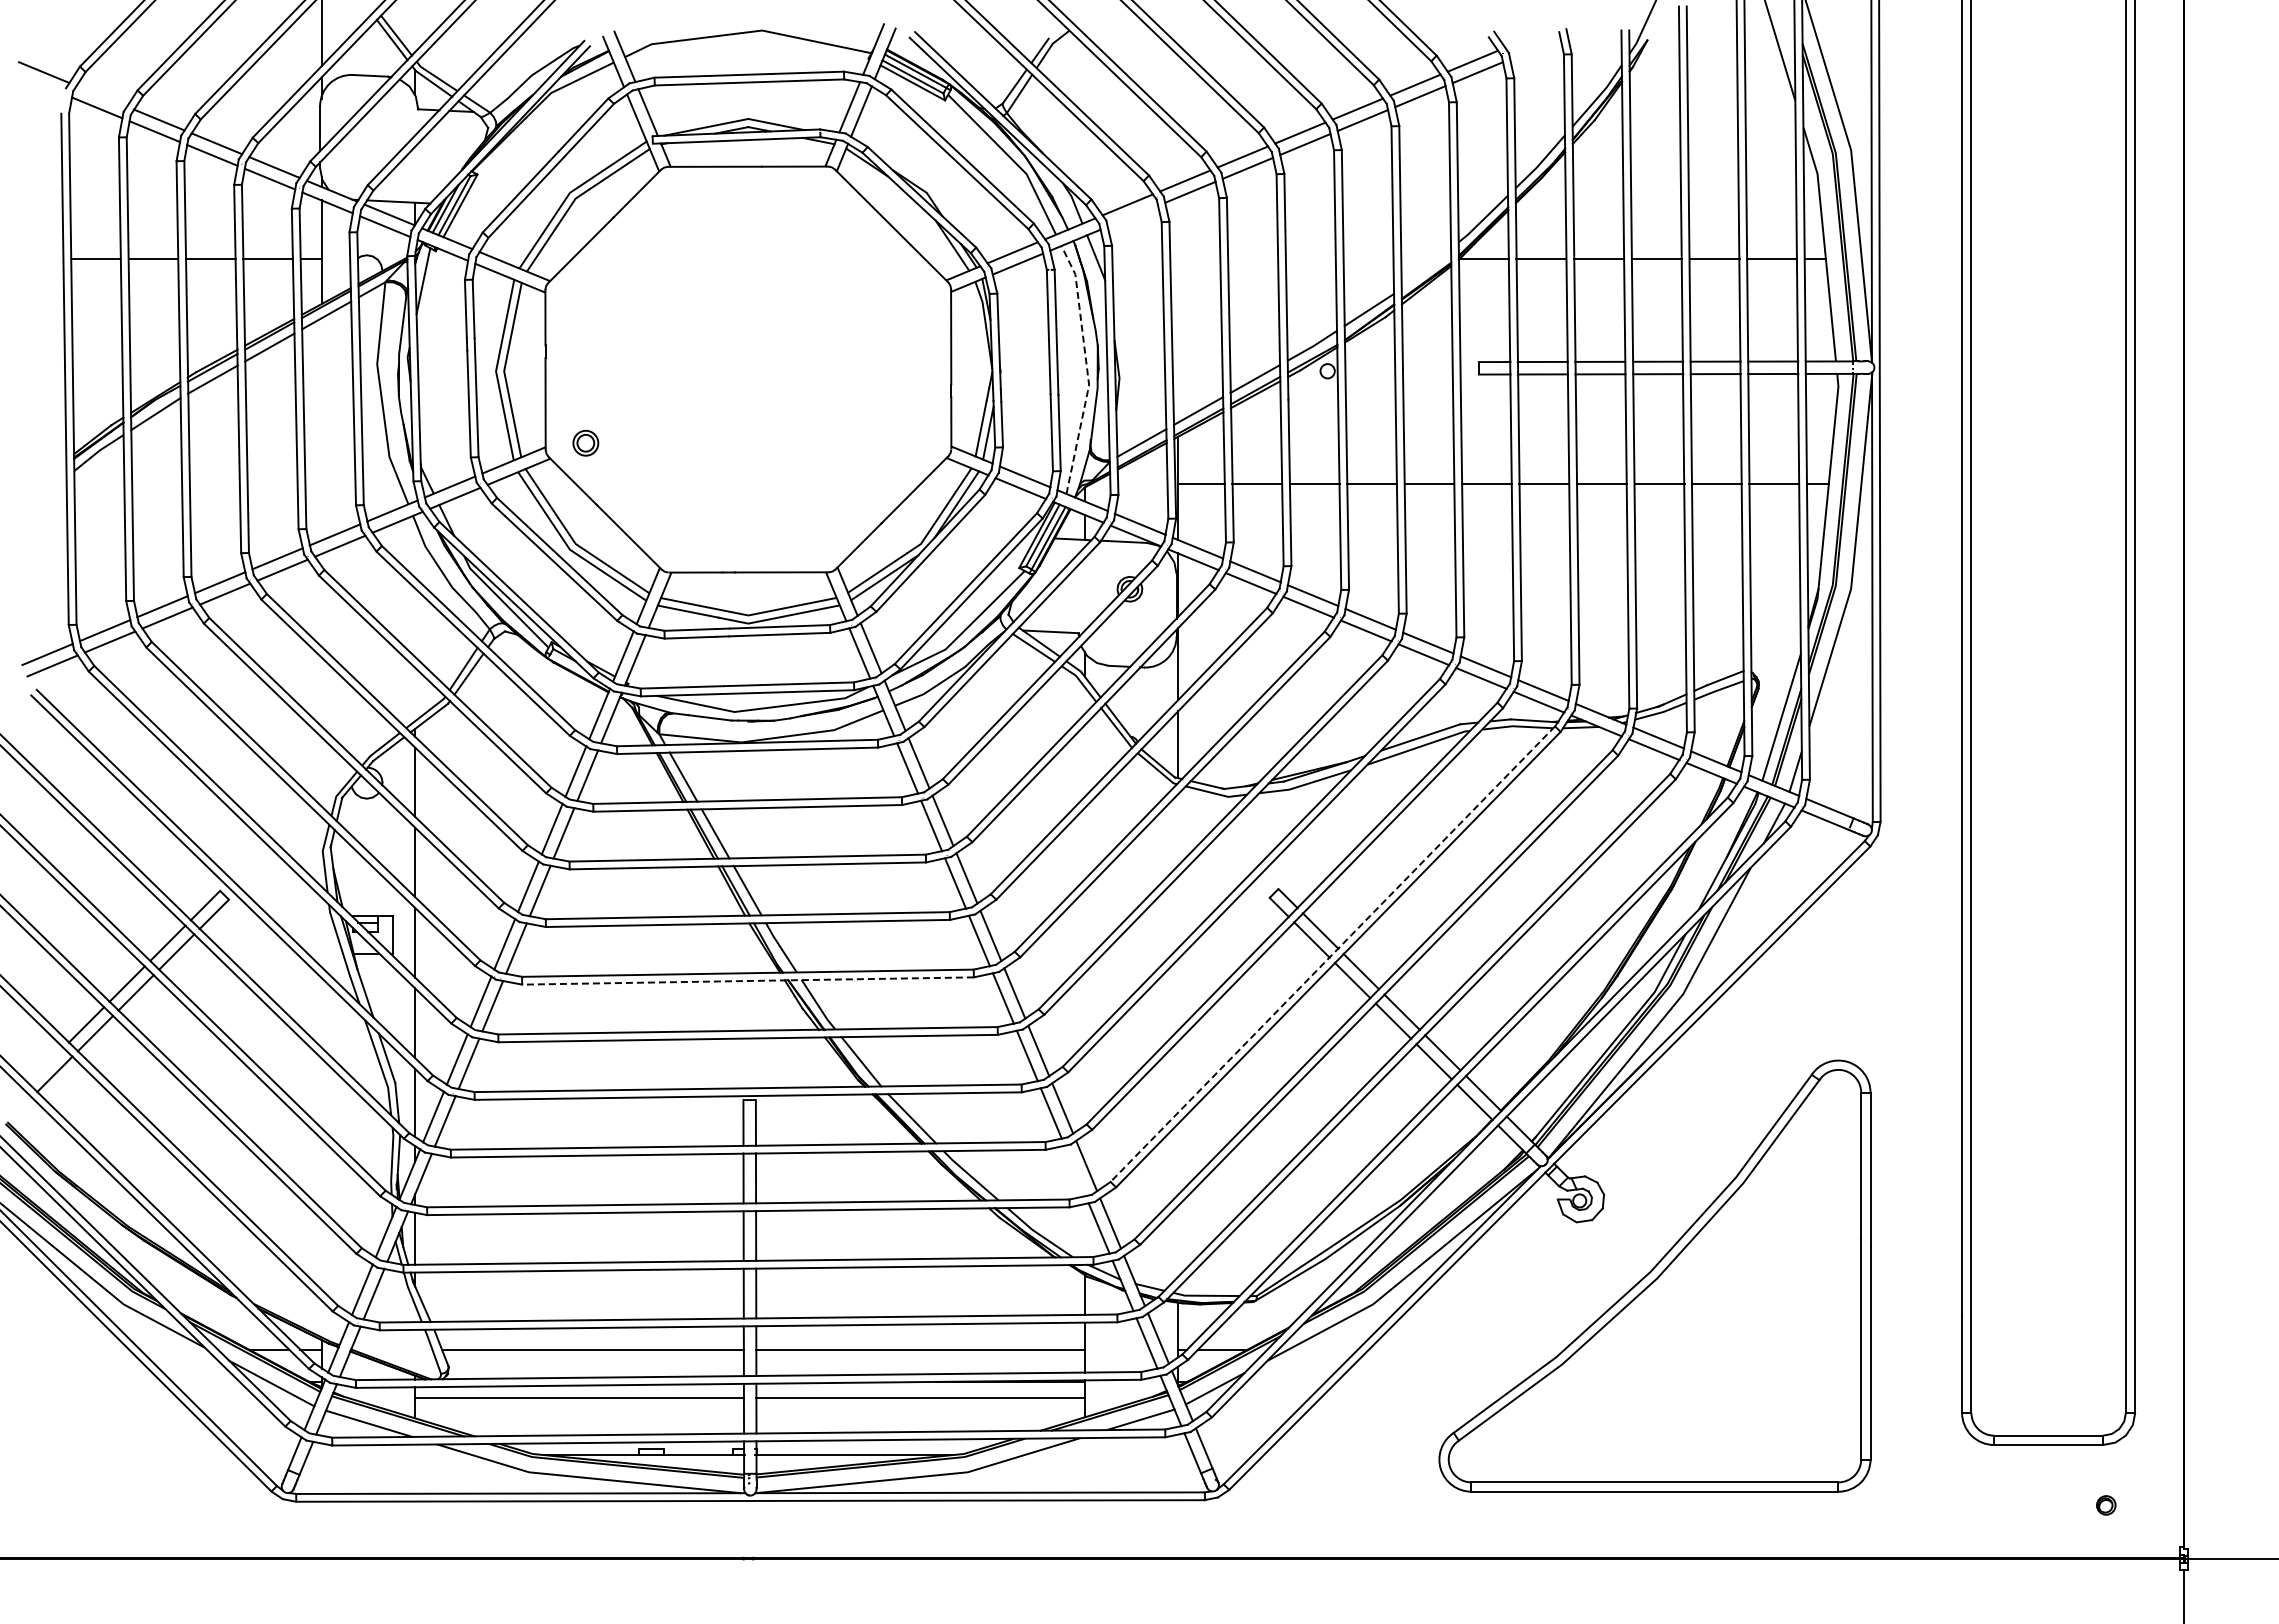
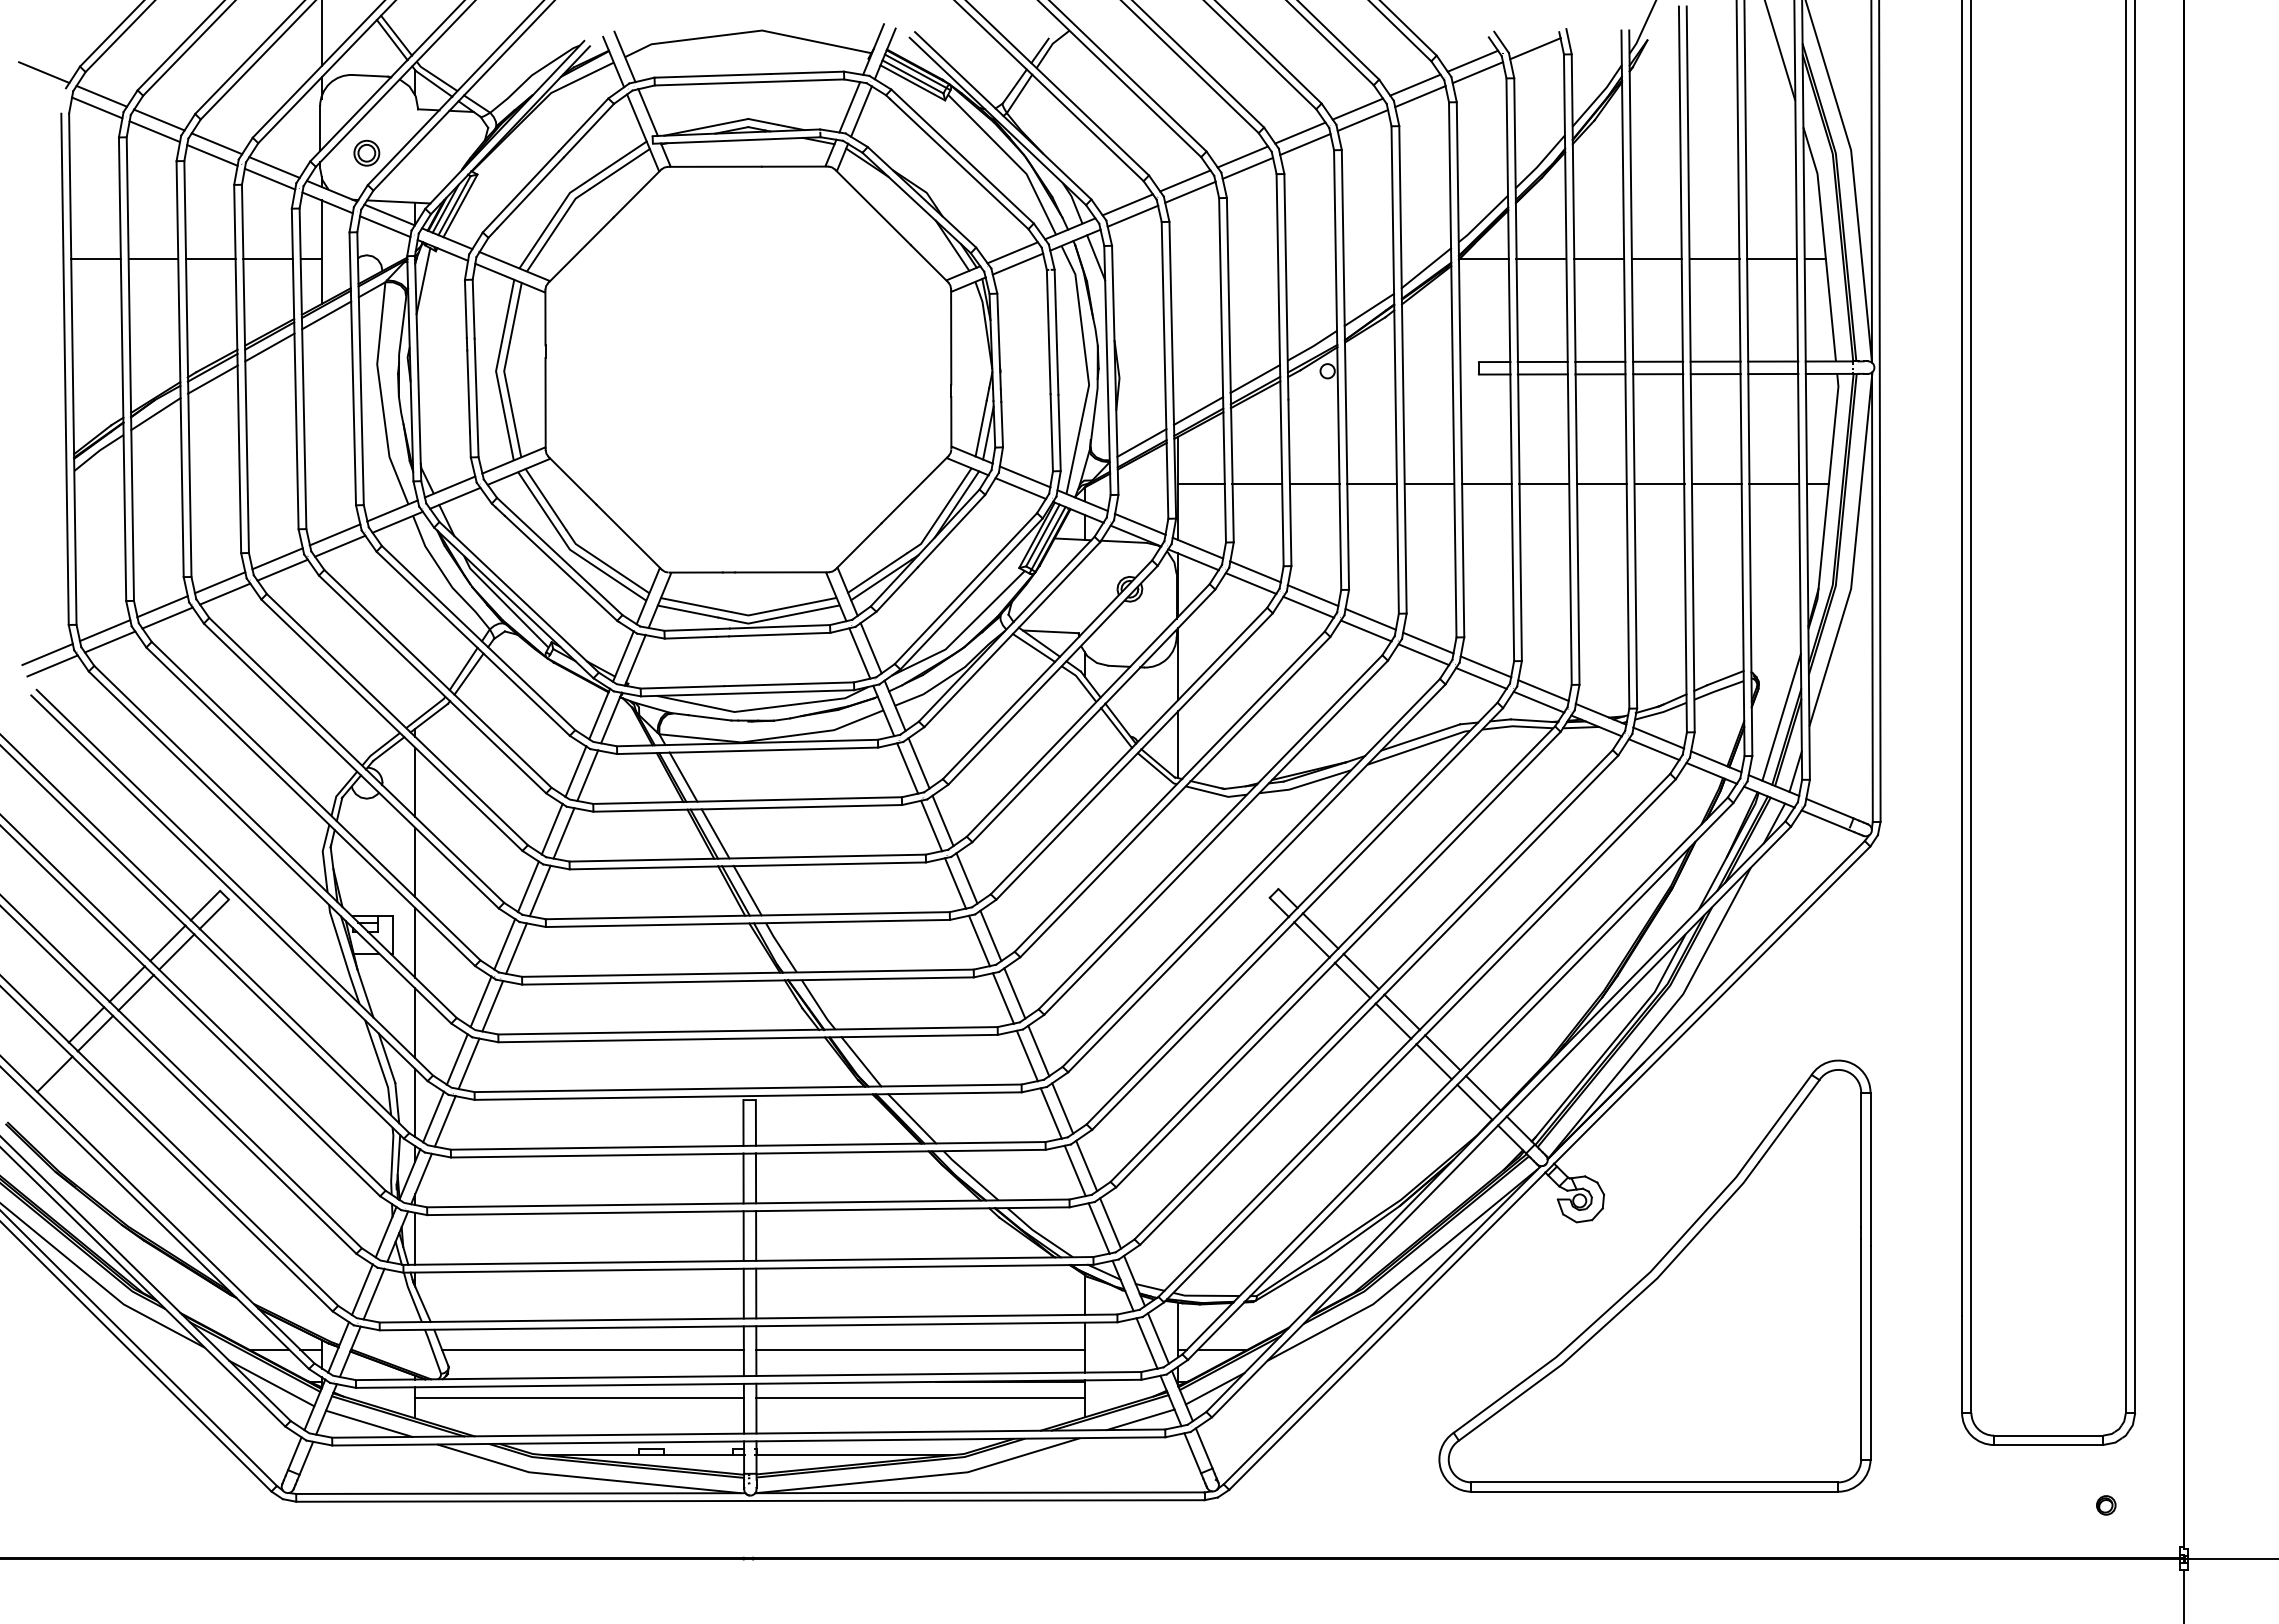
line at (1535, 48): none -> present
line at (101, 95): none -> present
line at (1132, 215): none -> present
line at (1426, 268): none -> present
line at (1087, 369): dashed -> solid
part at (585, 442) position: (585, 442) -> (366, 152)
line at (1332, 954): dashed -> solid
line at (748, 981): dashed -> solid
line at (1074, 1170): none -> present
